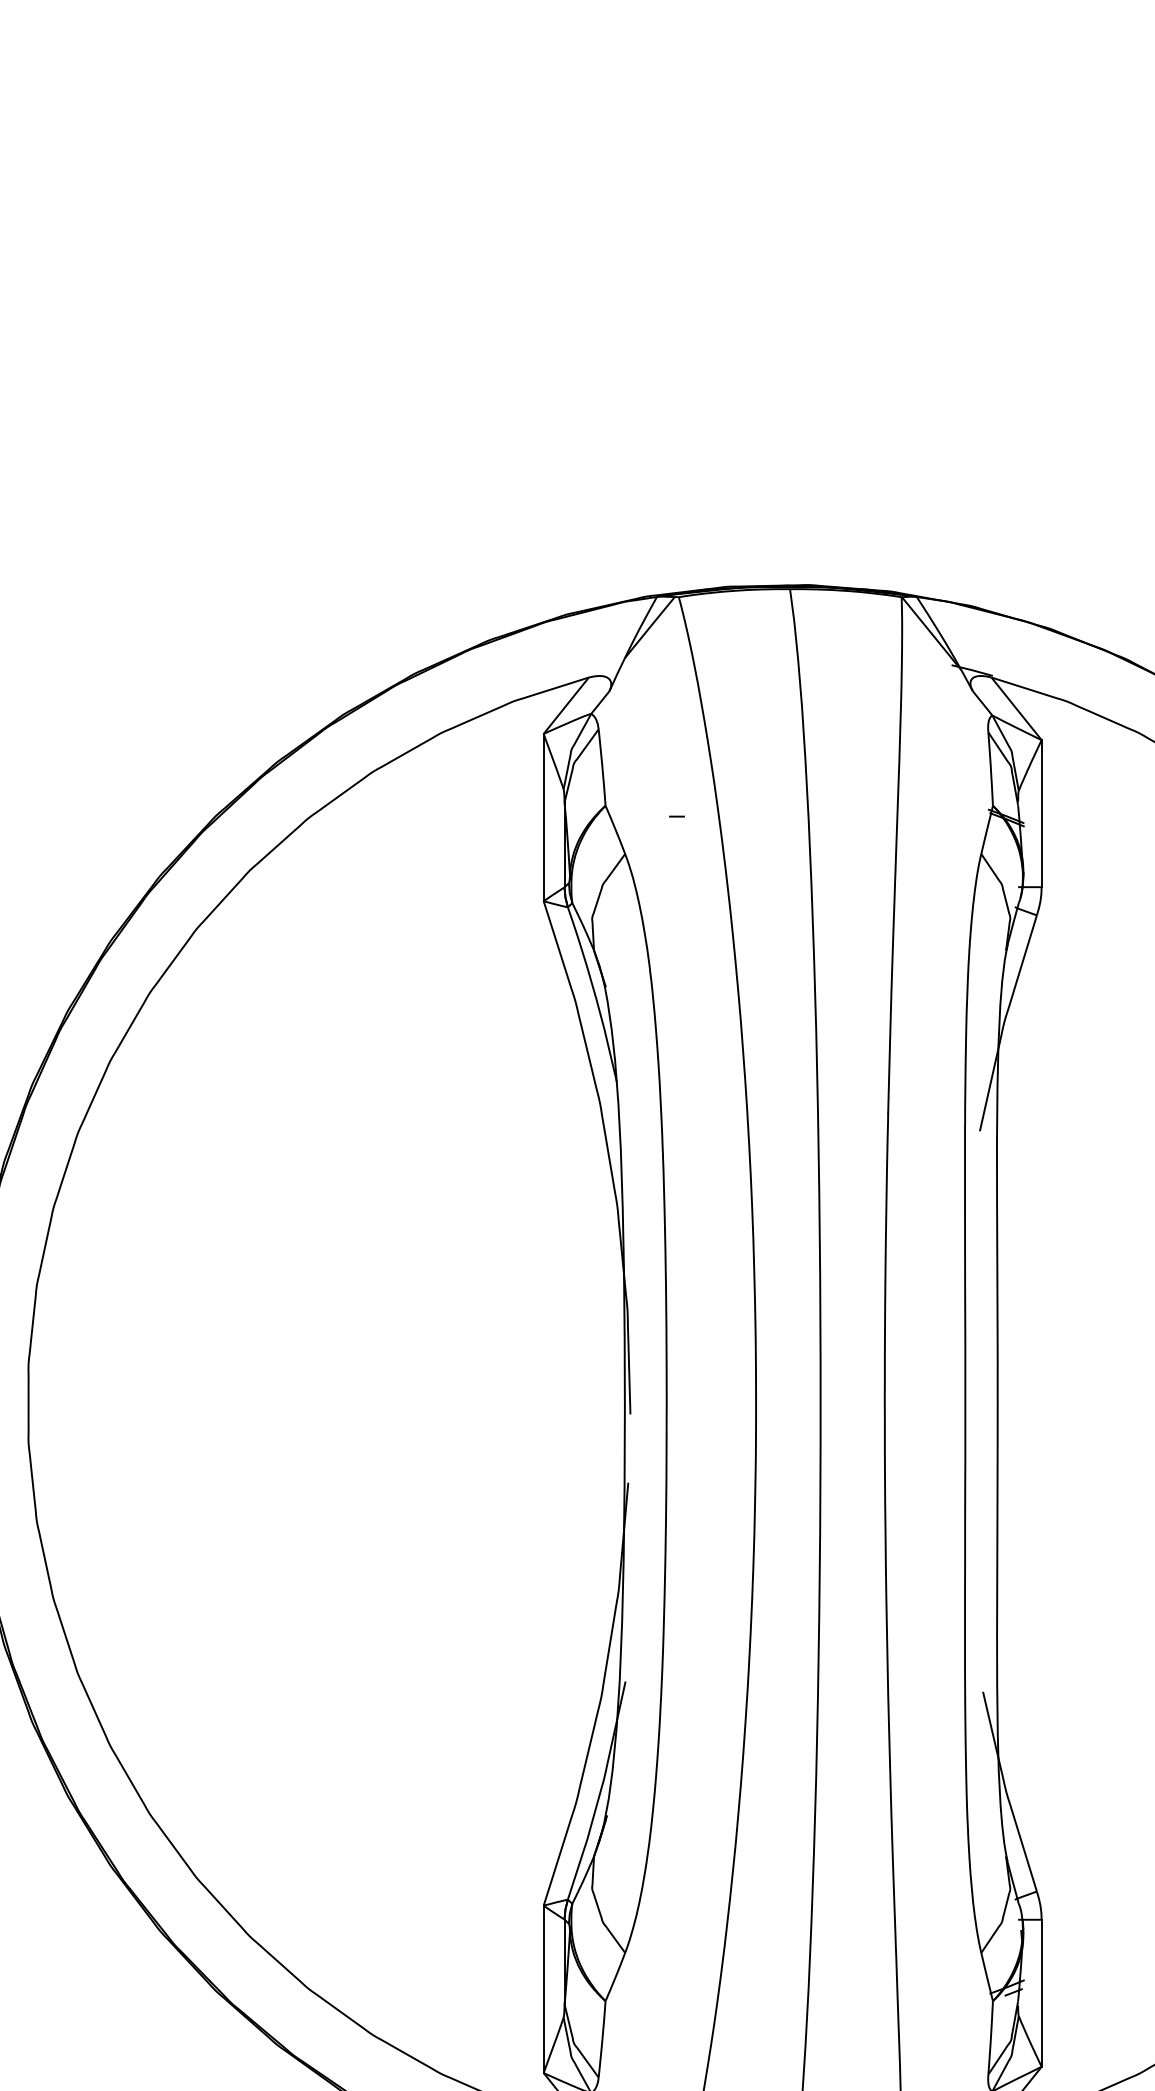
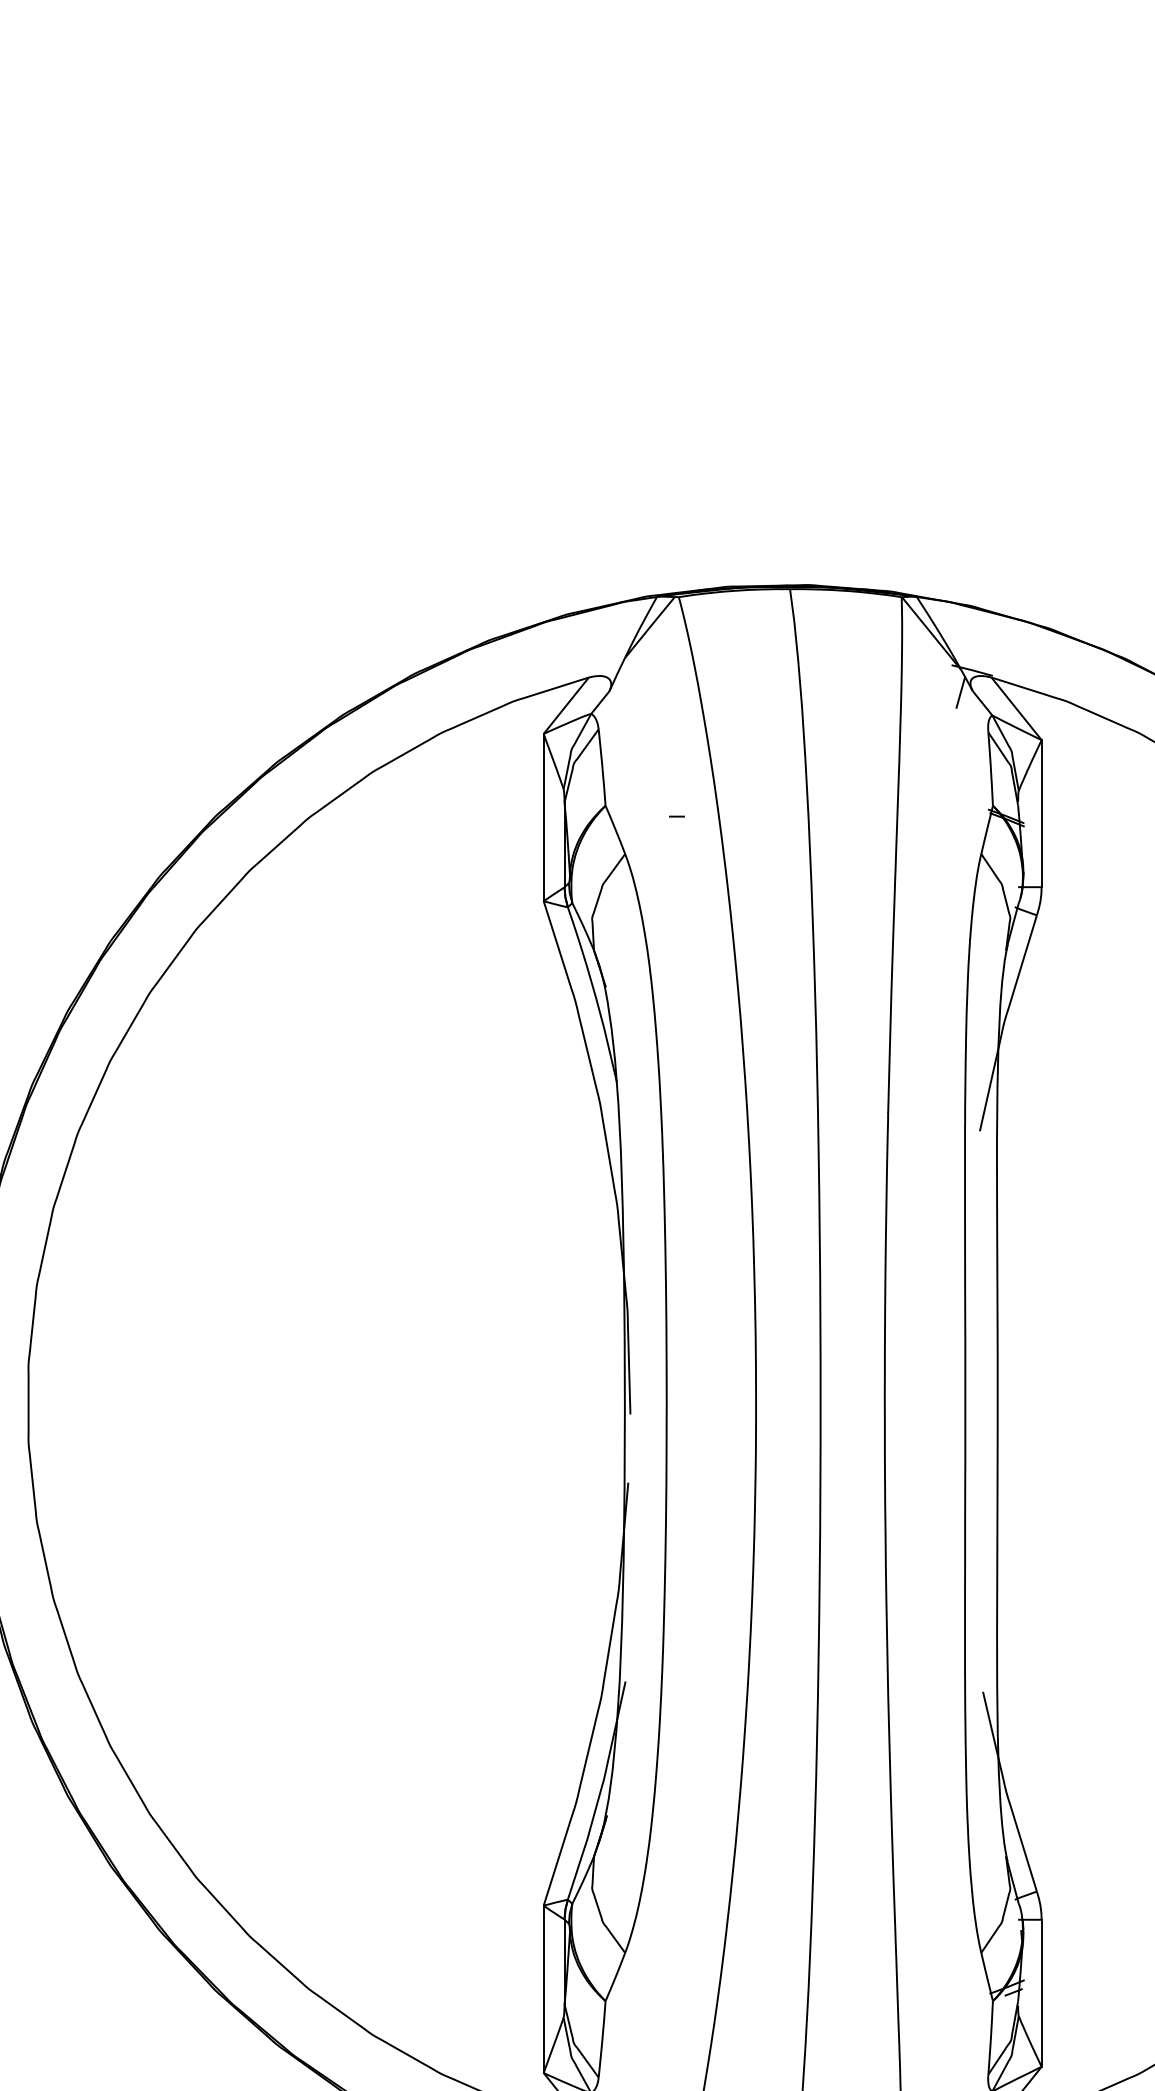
line at (960, 692): none -> present
